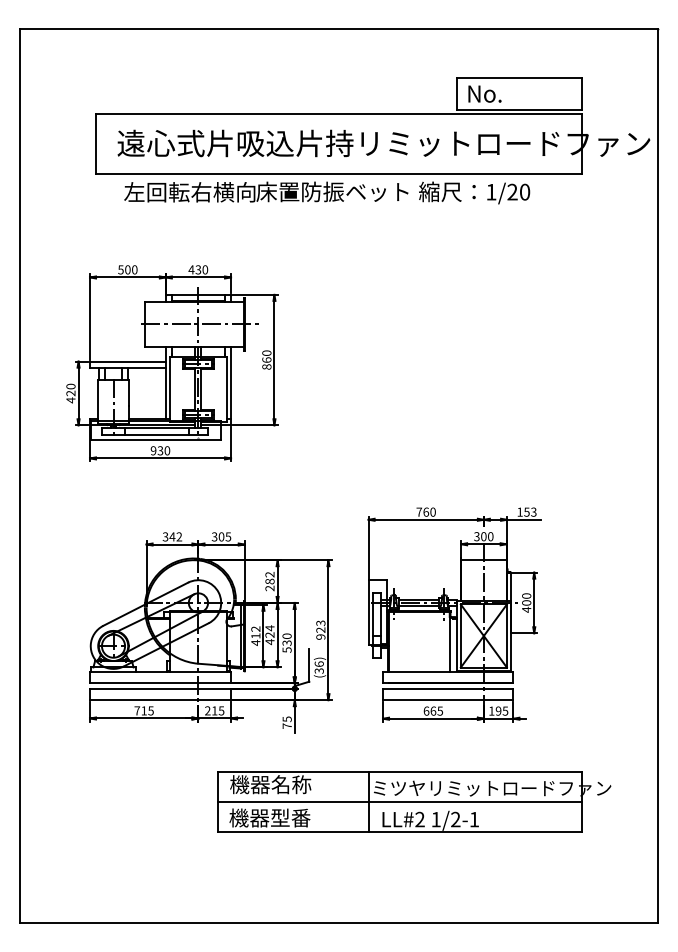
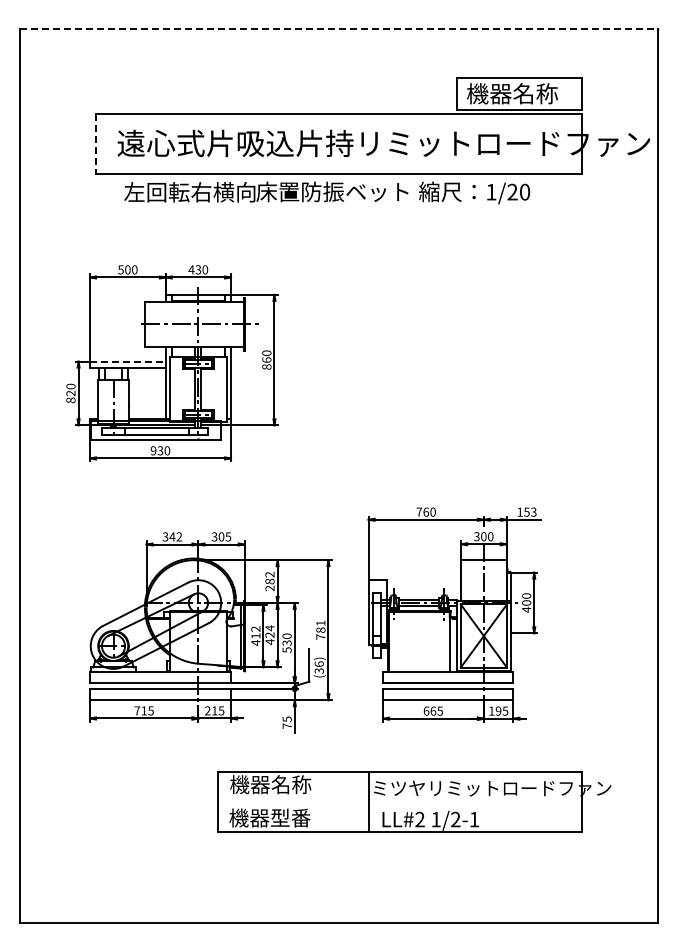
line at (338, 28): solid -> dashed
text at (512, 93): No. -> 機器名称
line at (96, 144): solid -> dashed
line at (127, 361): solid -> dashed
text at (70, 400): 420 -> 820
text at (320, 629): 923 -> 781
line at (399, 802): present -> none
